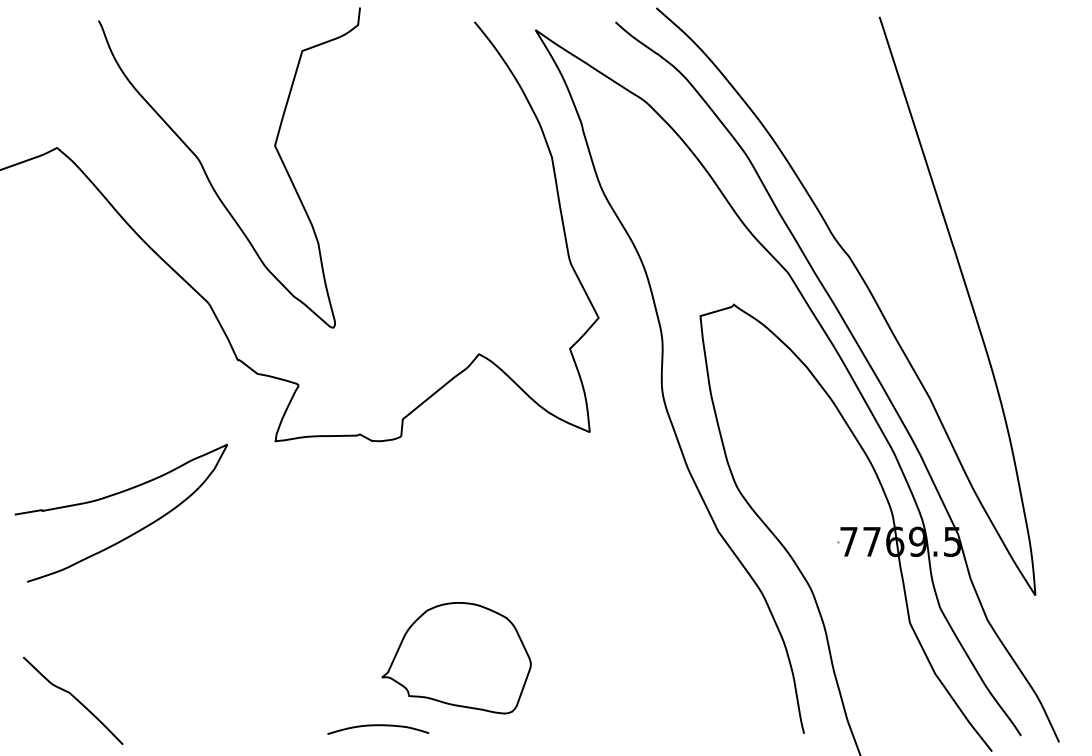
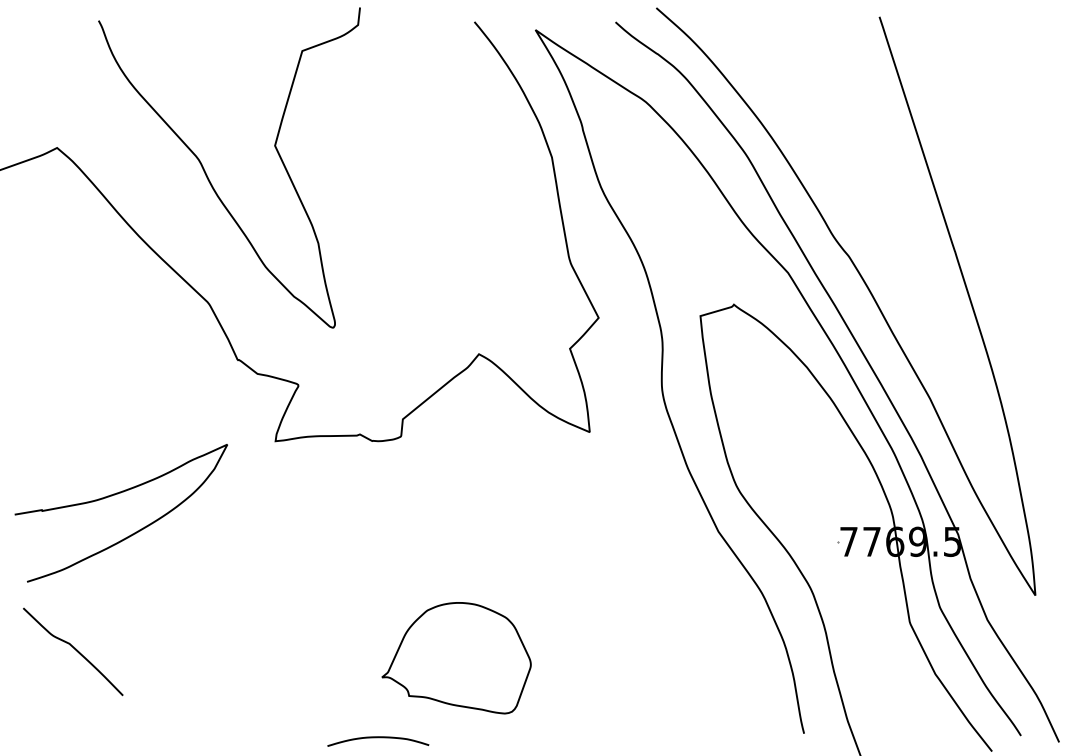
curve at (74, 698) position: (74, 698) -> (74, 649)
curve at (378, 726) position: (378, 726) -> (378, 738)
